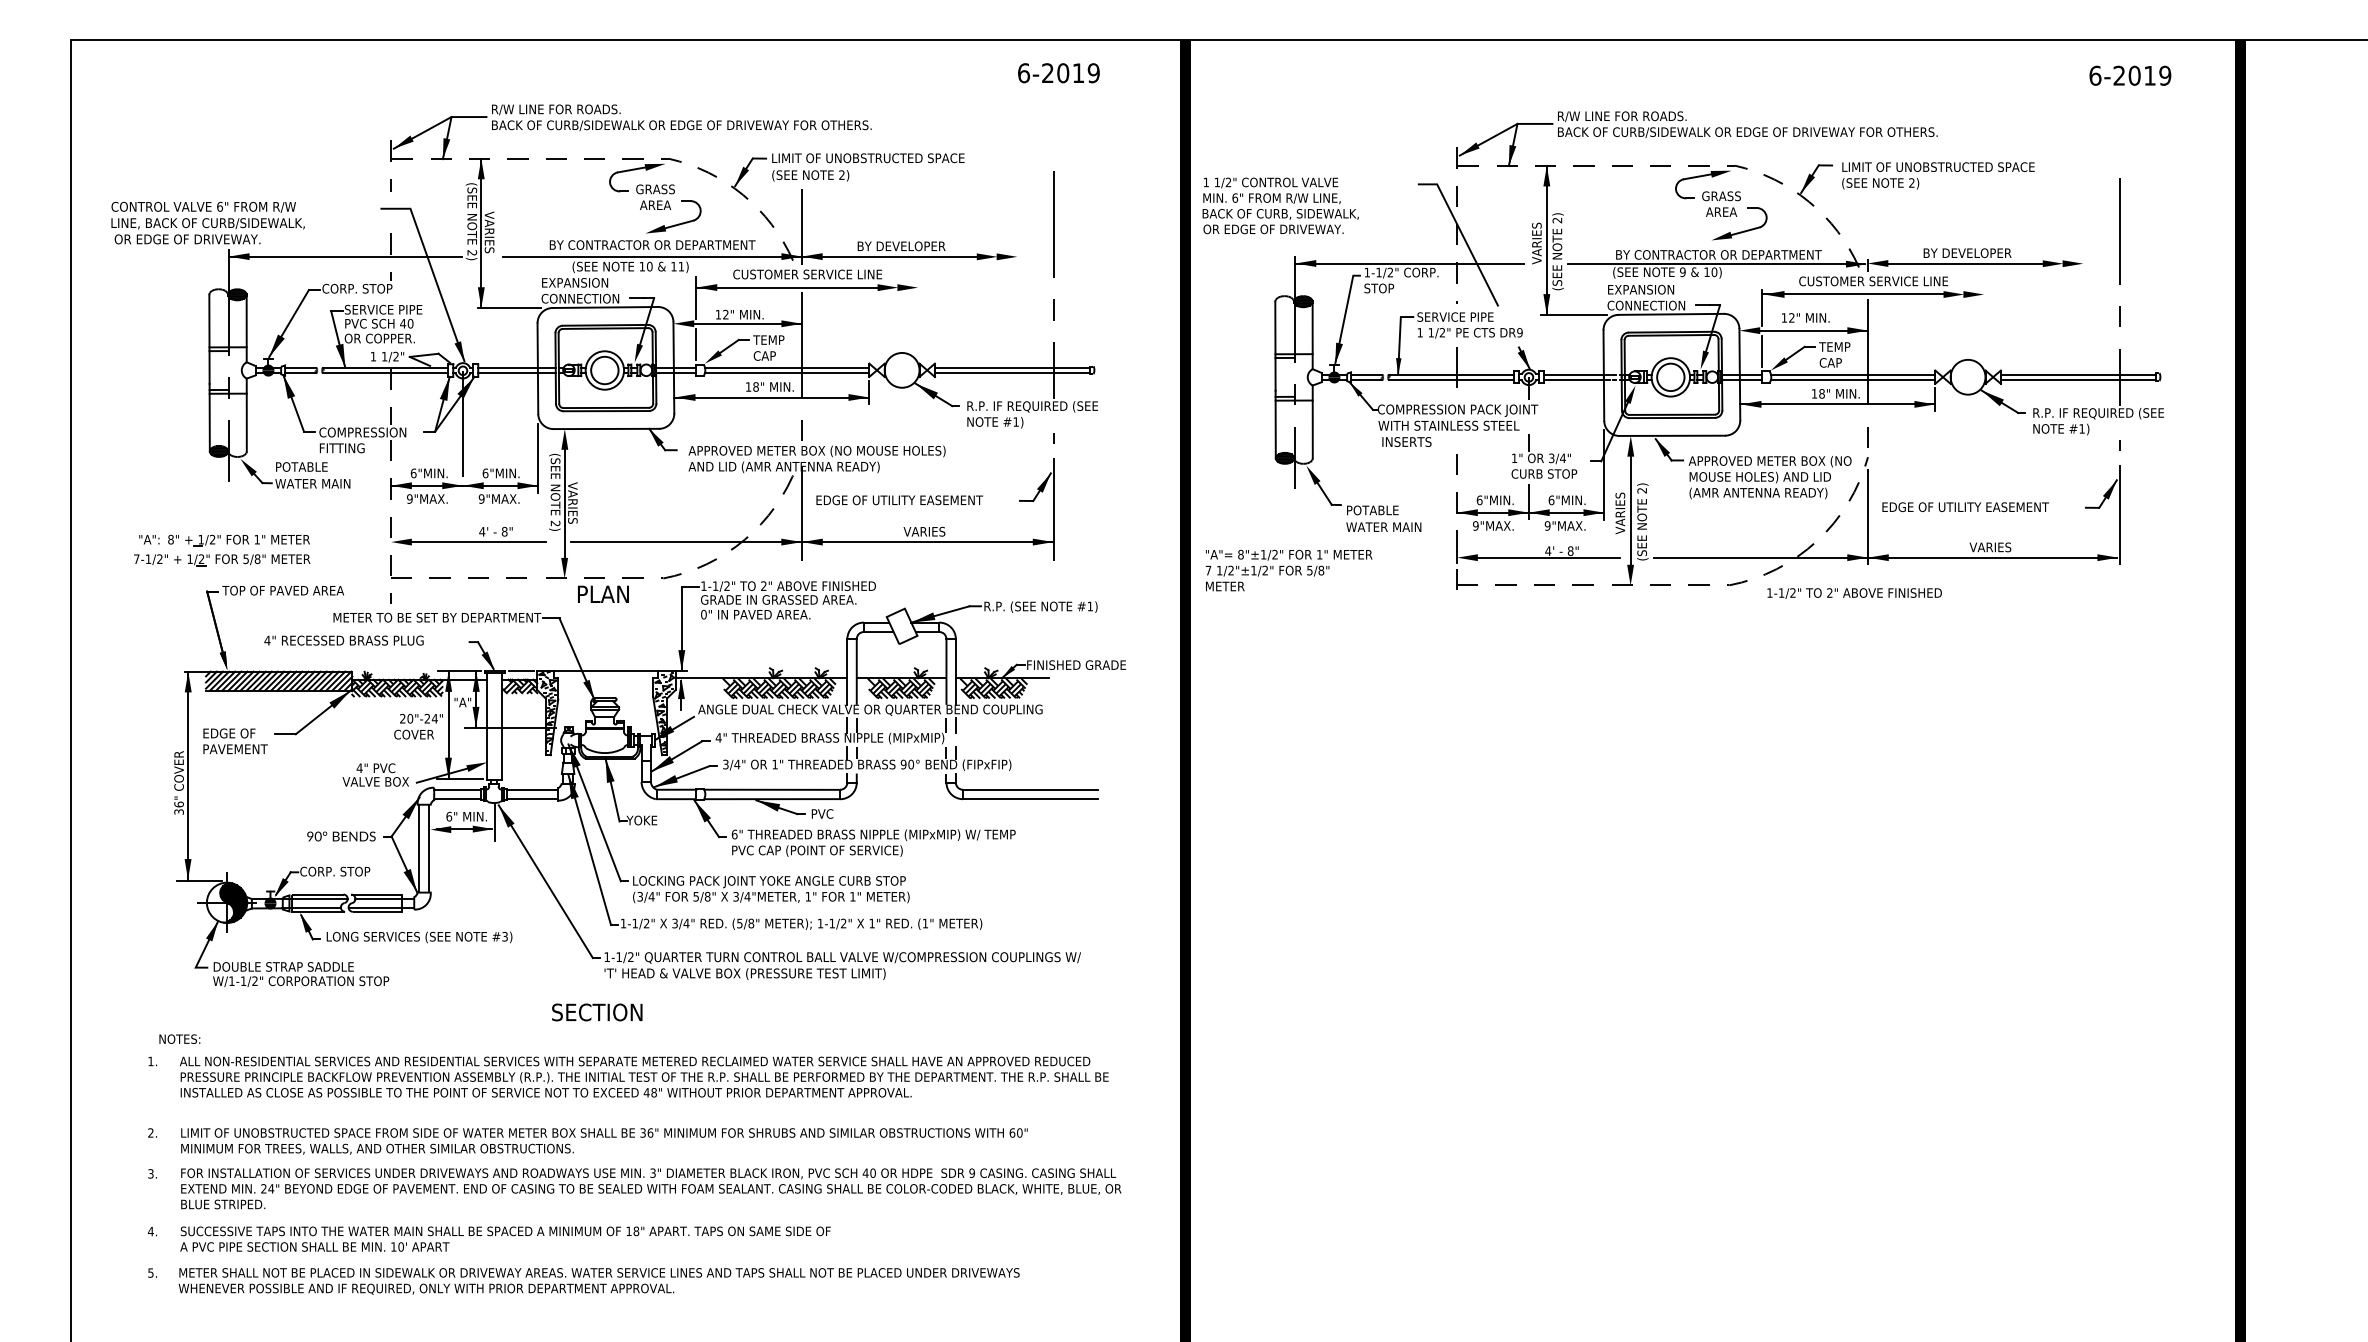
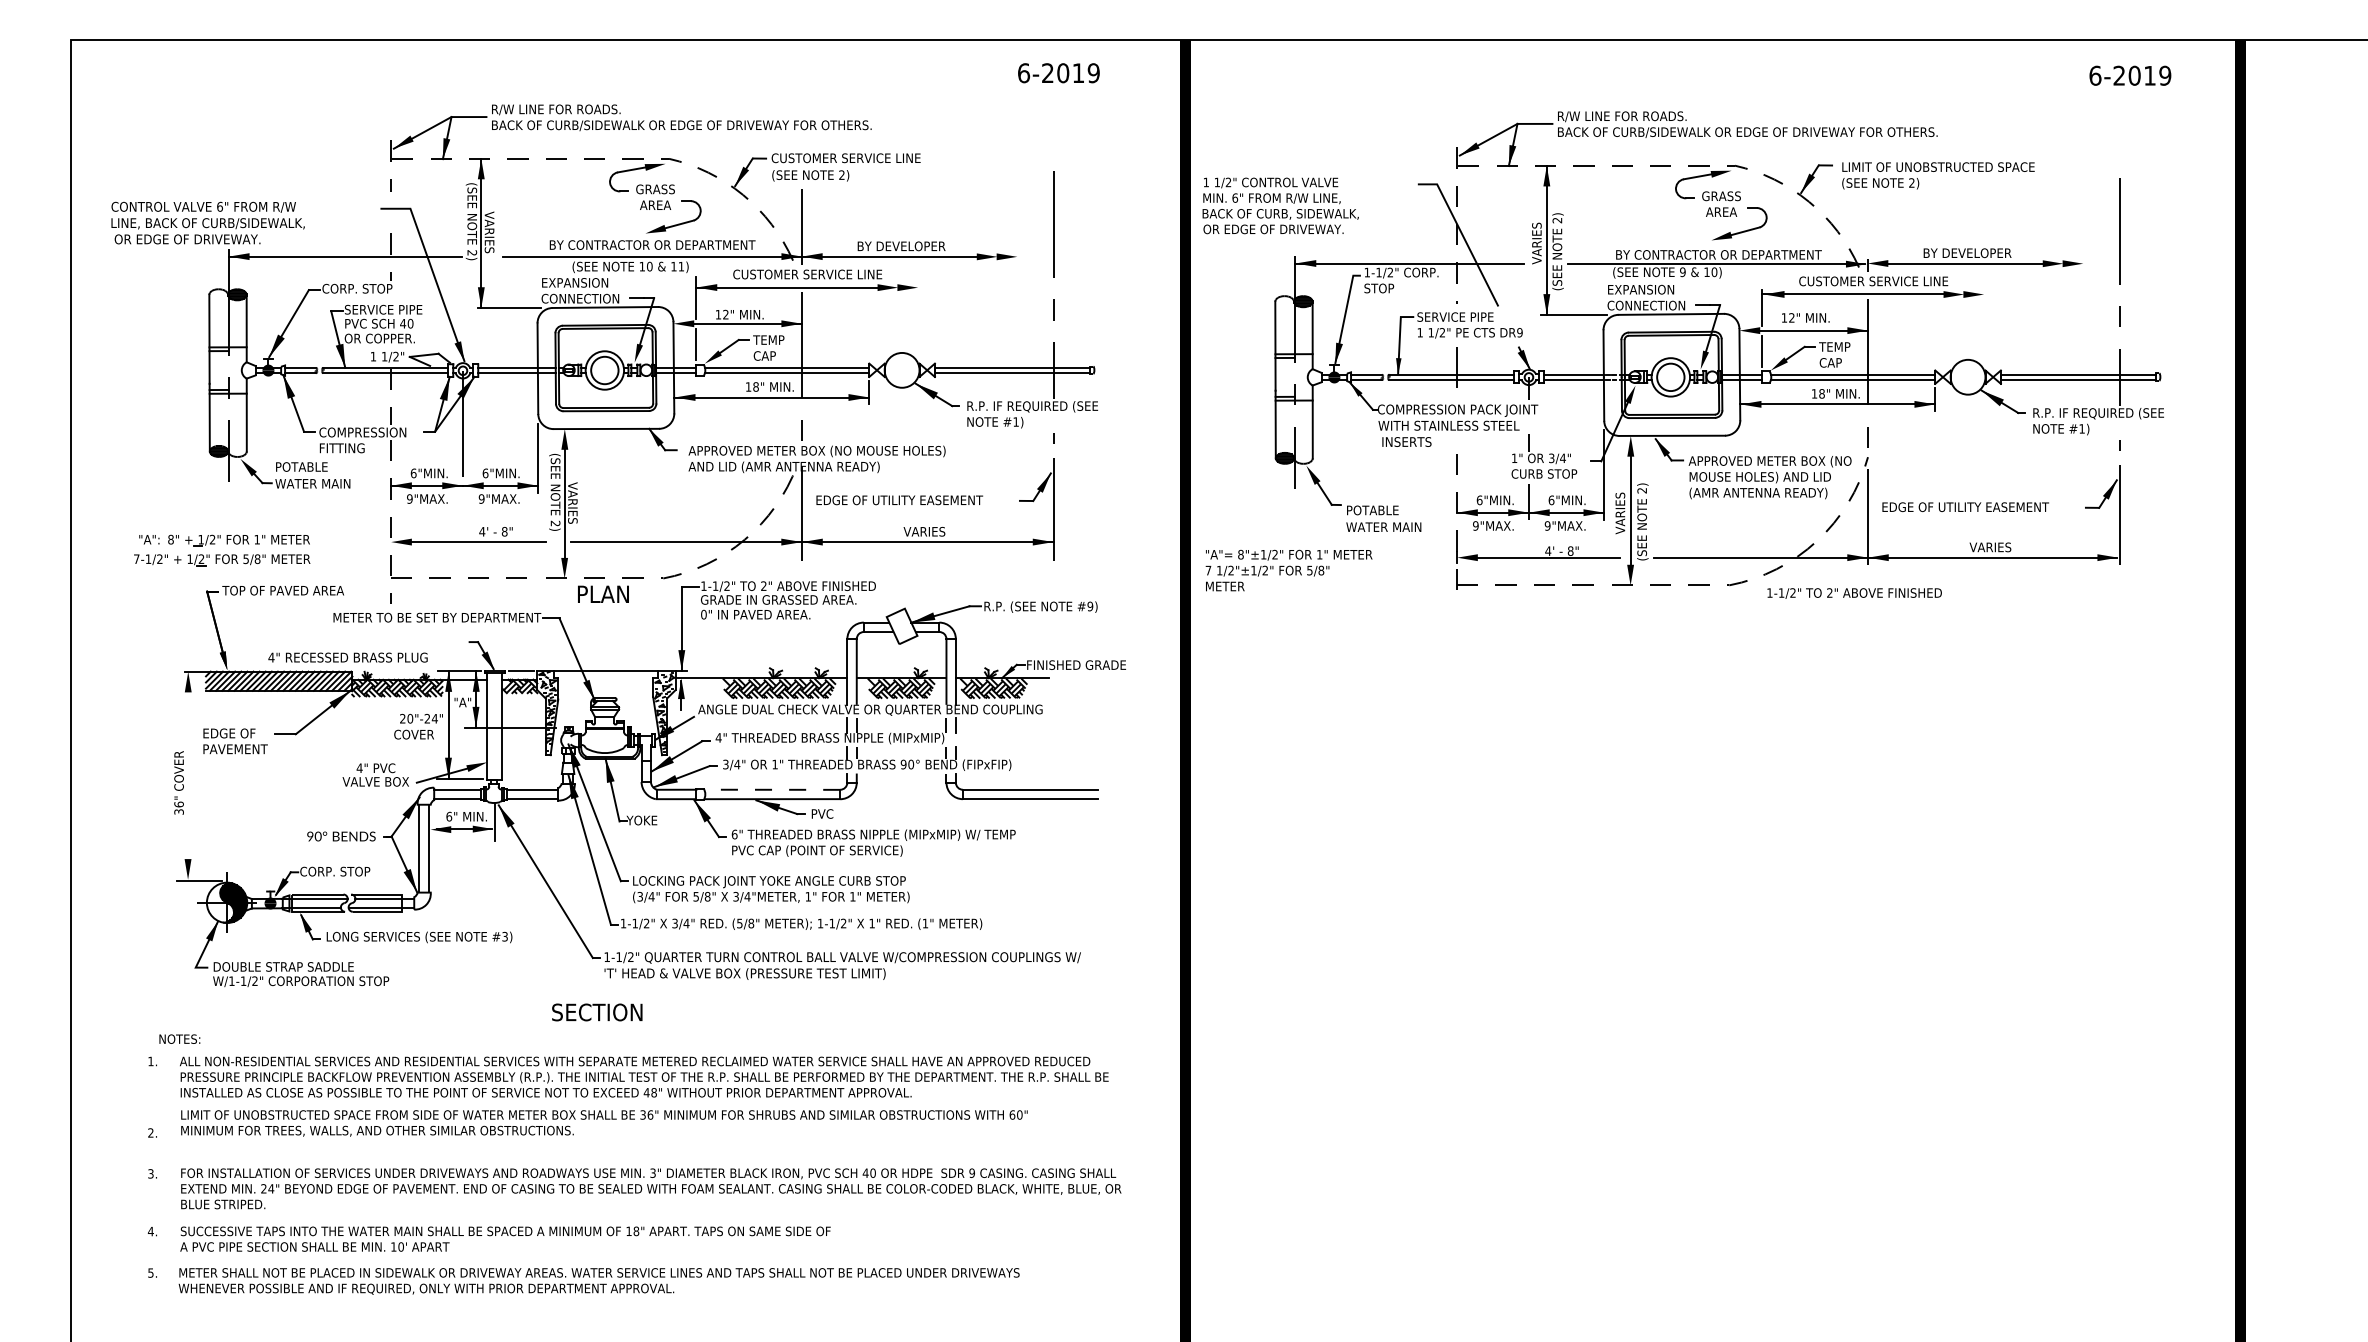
text at (867, 158): LIMIT OF UNOBSTRUCTED SPACE -> CUSTOMER SERVICE LINE
text at (1090, 606): #1) -> #9)
text at (343, 640) position: (343, 640) -> (347, 657)
line at (188, 775): present -> none
line at (772, 789): solid -> dashed
text at (604, 1141) position: (604, 1141) -> (604, 1123)
